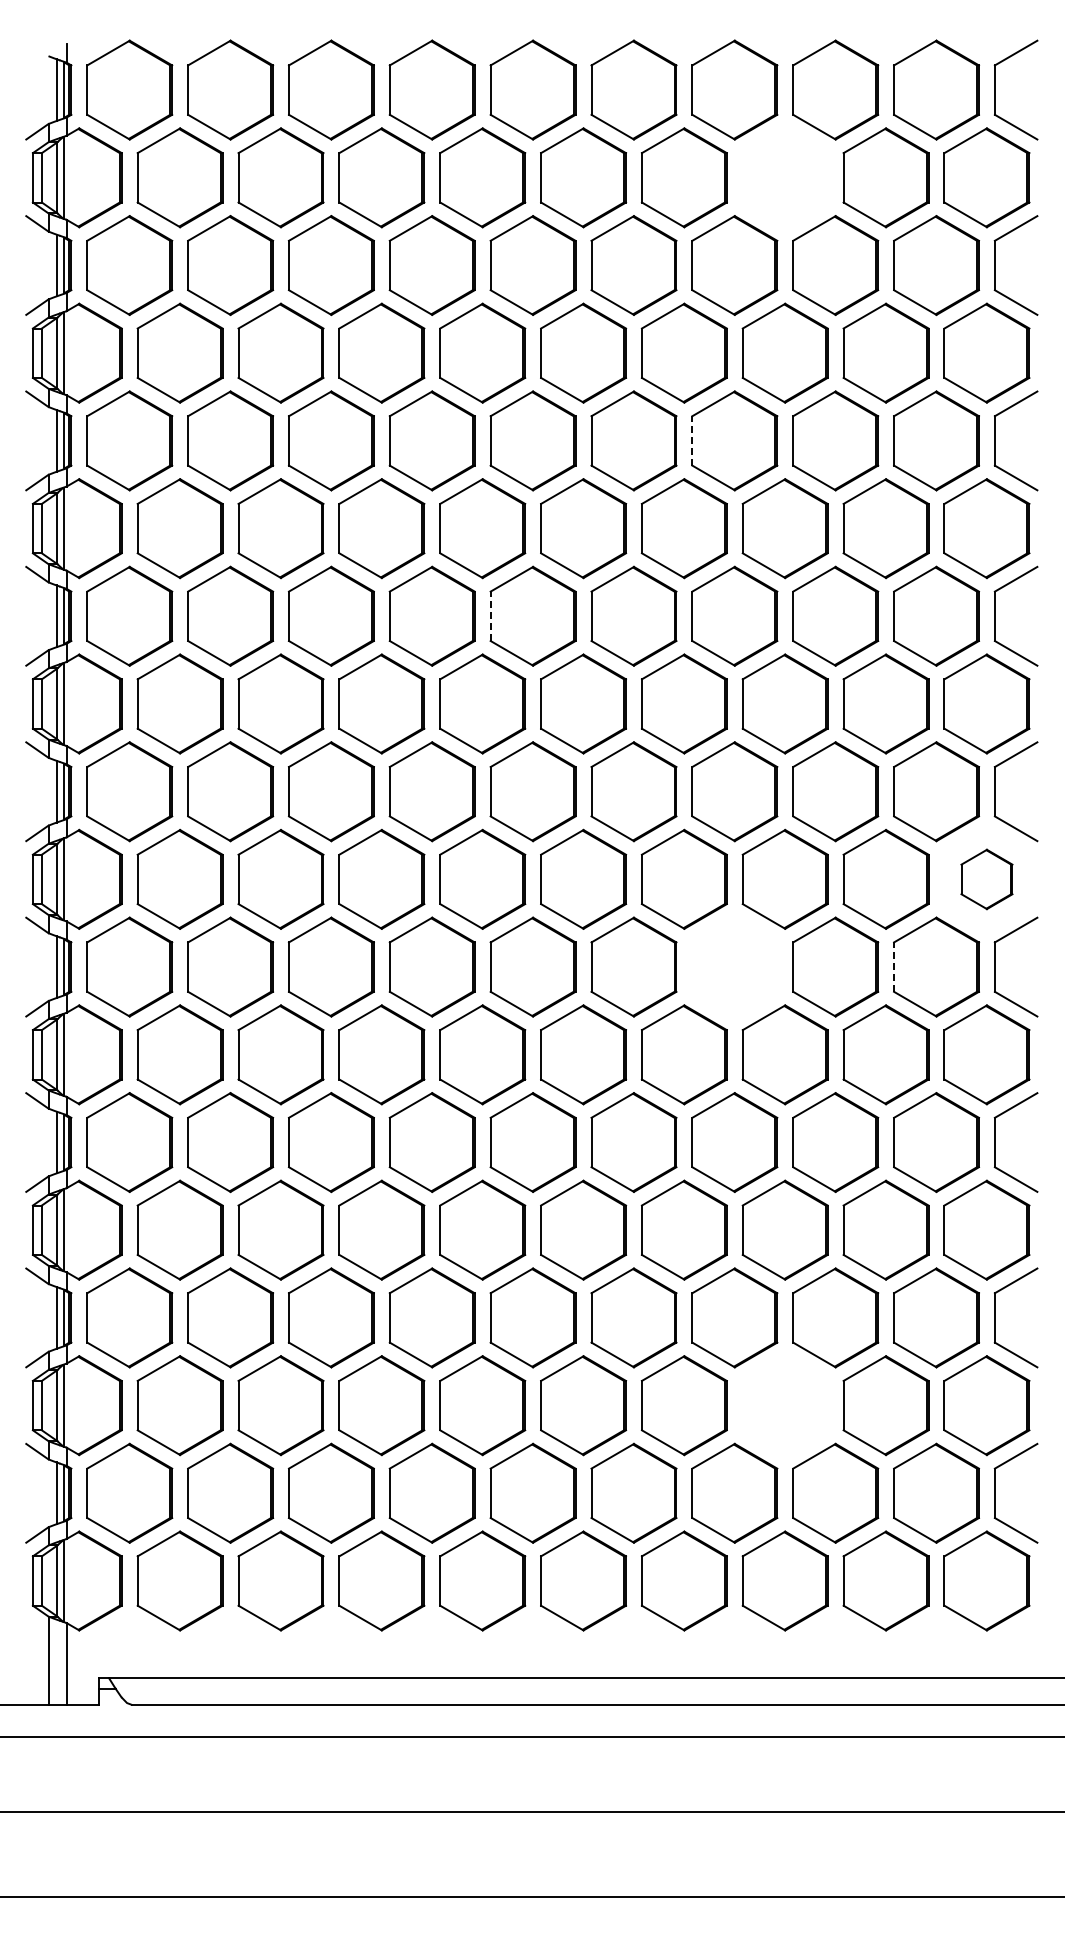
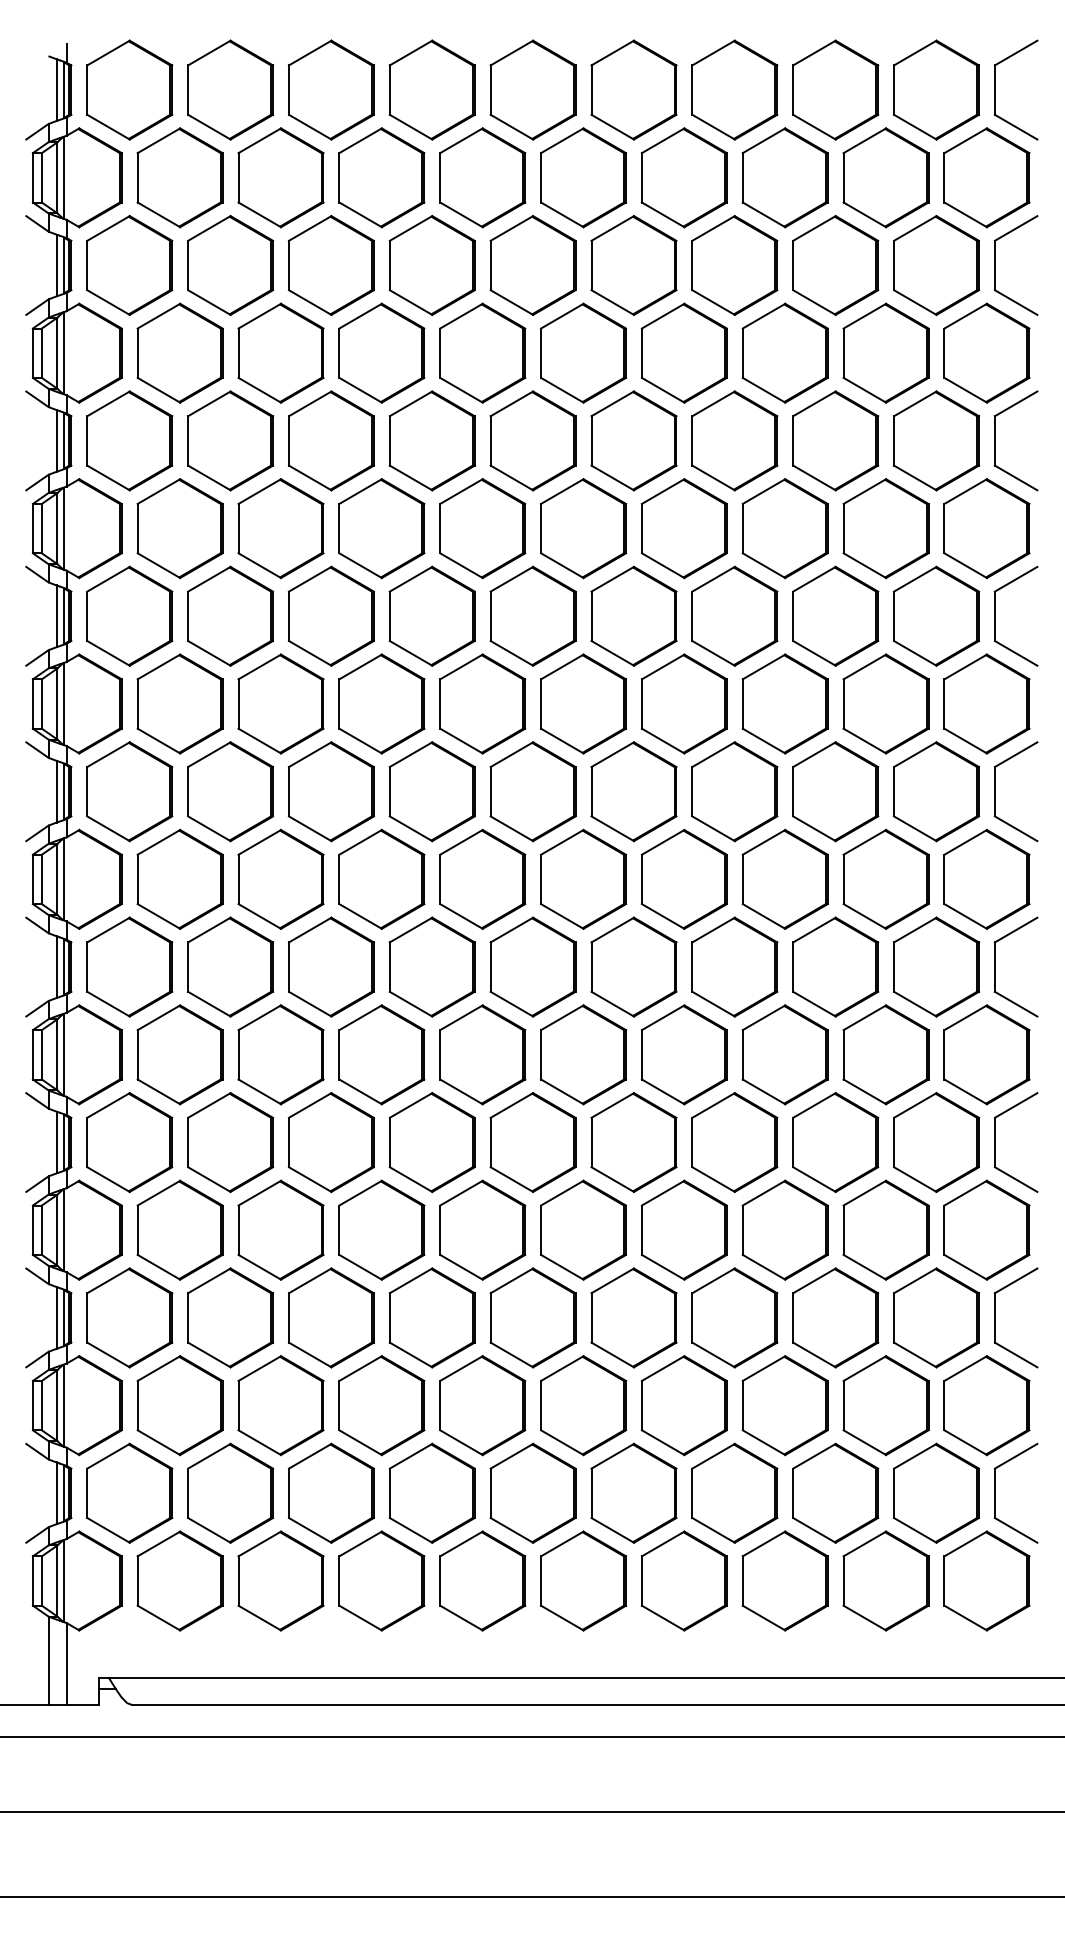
part at (784, 177): none -> present
line at (692, 440): dashed -> solid
line at (490, 616): dashed -> solid
part at (986, 879) size: 54x63 px -> 88x101 px
part at (734, 966): none -> present
line at (894, 967): dashed -> solid
part at (784, 1405): none -> present
